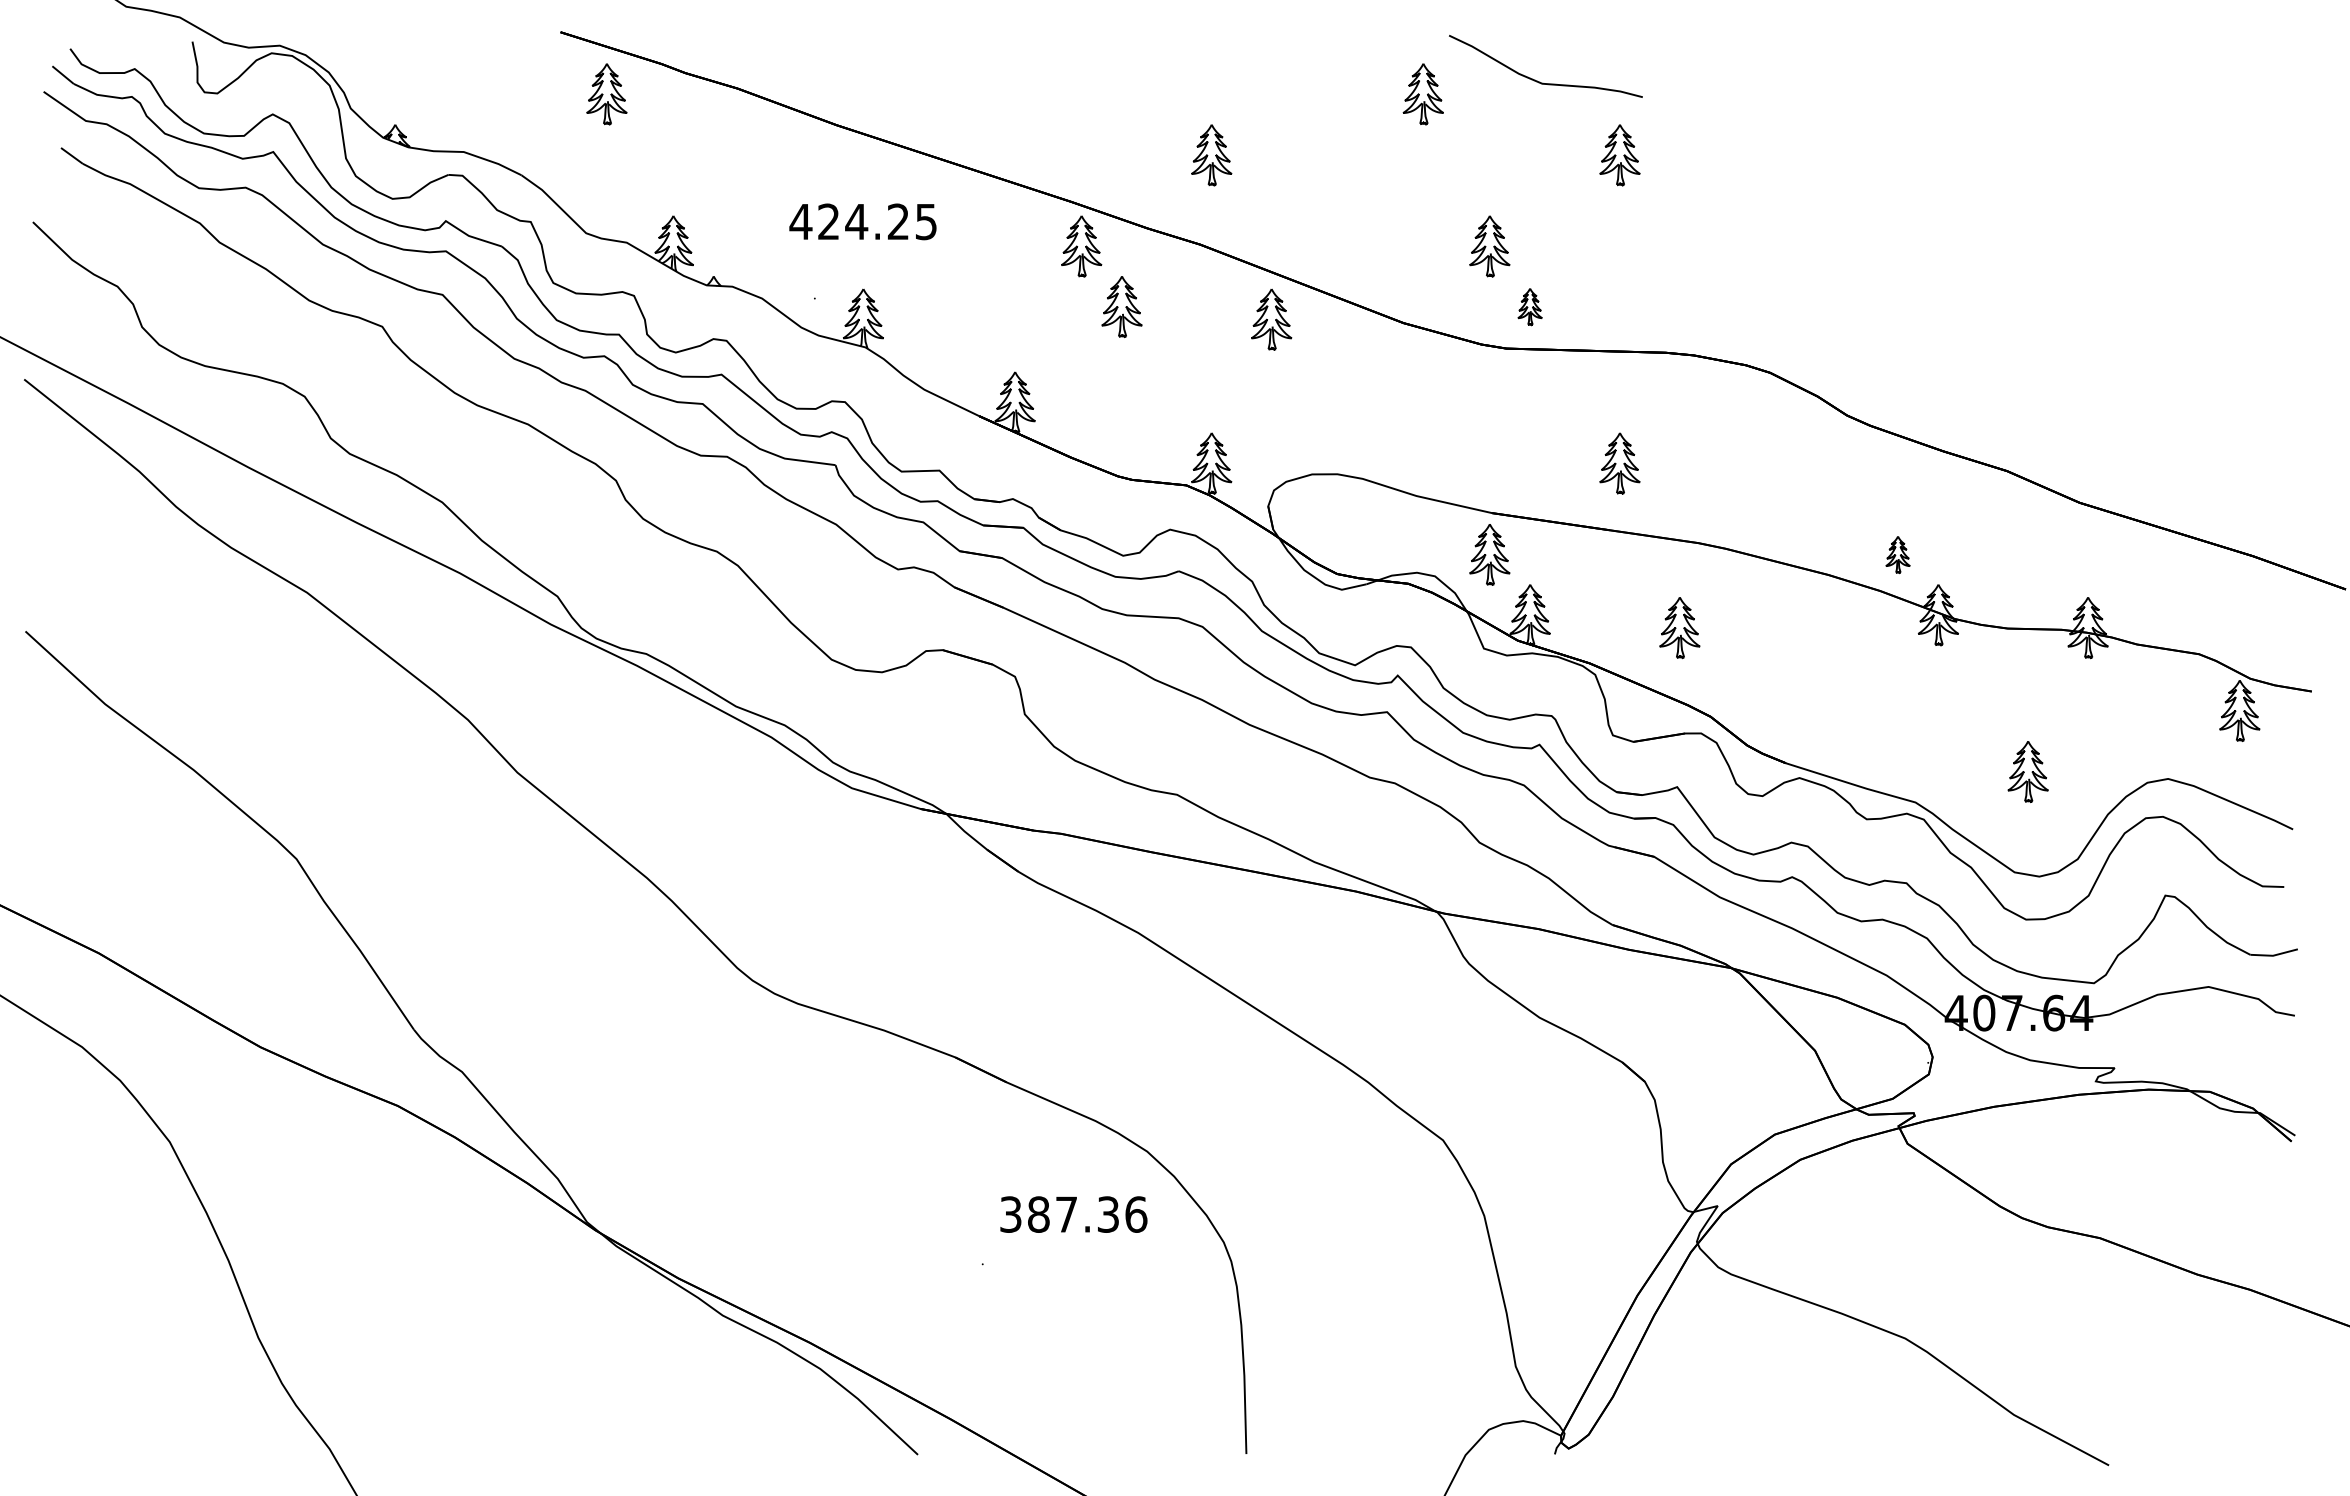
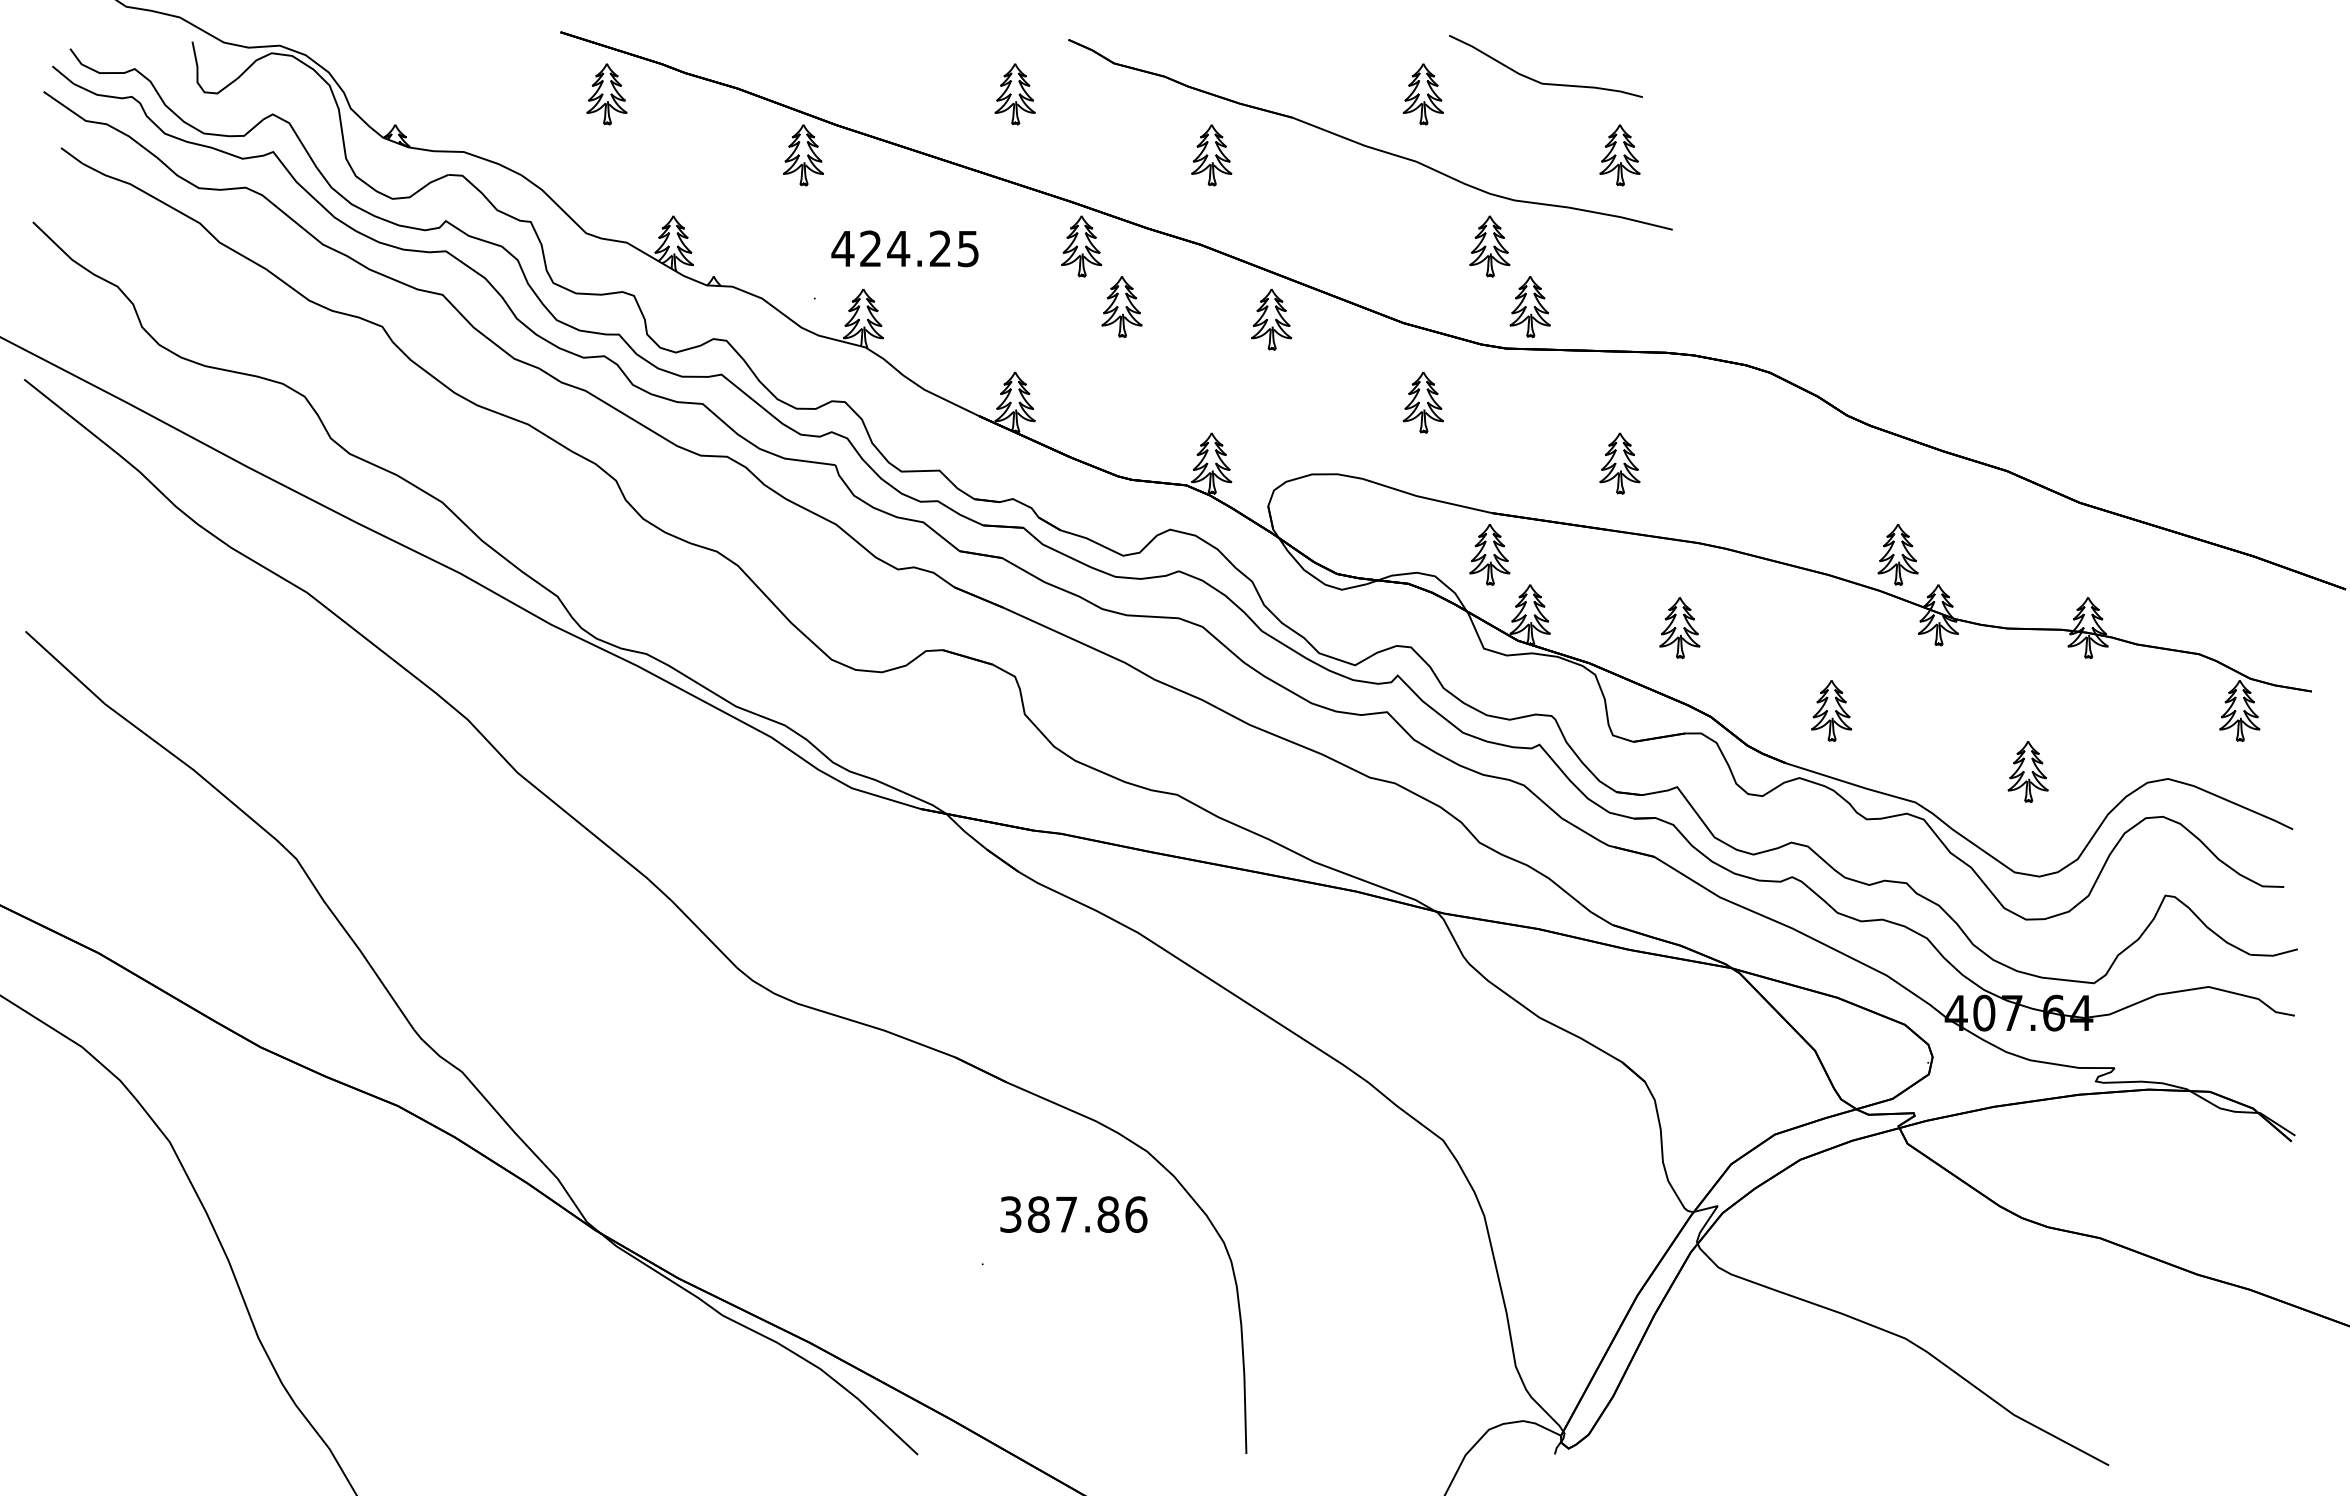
part at (1014, 94): none -> present
part at (1367, 145): none -> present
part at (803, 155): none -> present
text at (862, 221) position: (862, 221) -> (904, 248)
part at (1529, 307) size: 26x39 px -> 42x62 px
part at (1422, 402): none -> present
part at (1897, 555) size: 26x39 px -> 42x62 px
part at (1831, 710): none -> present
text at (1108, 1214): 387.36 -> 387.86
